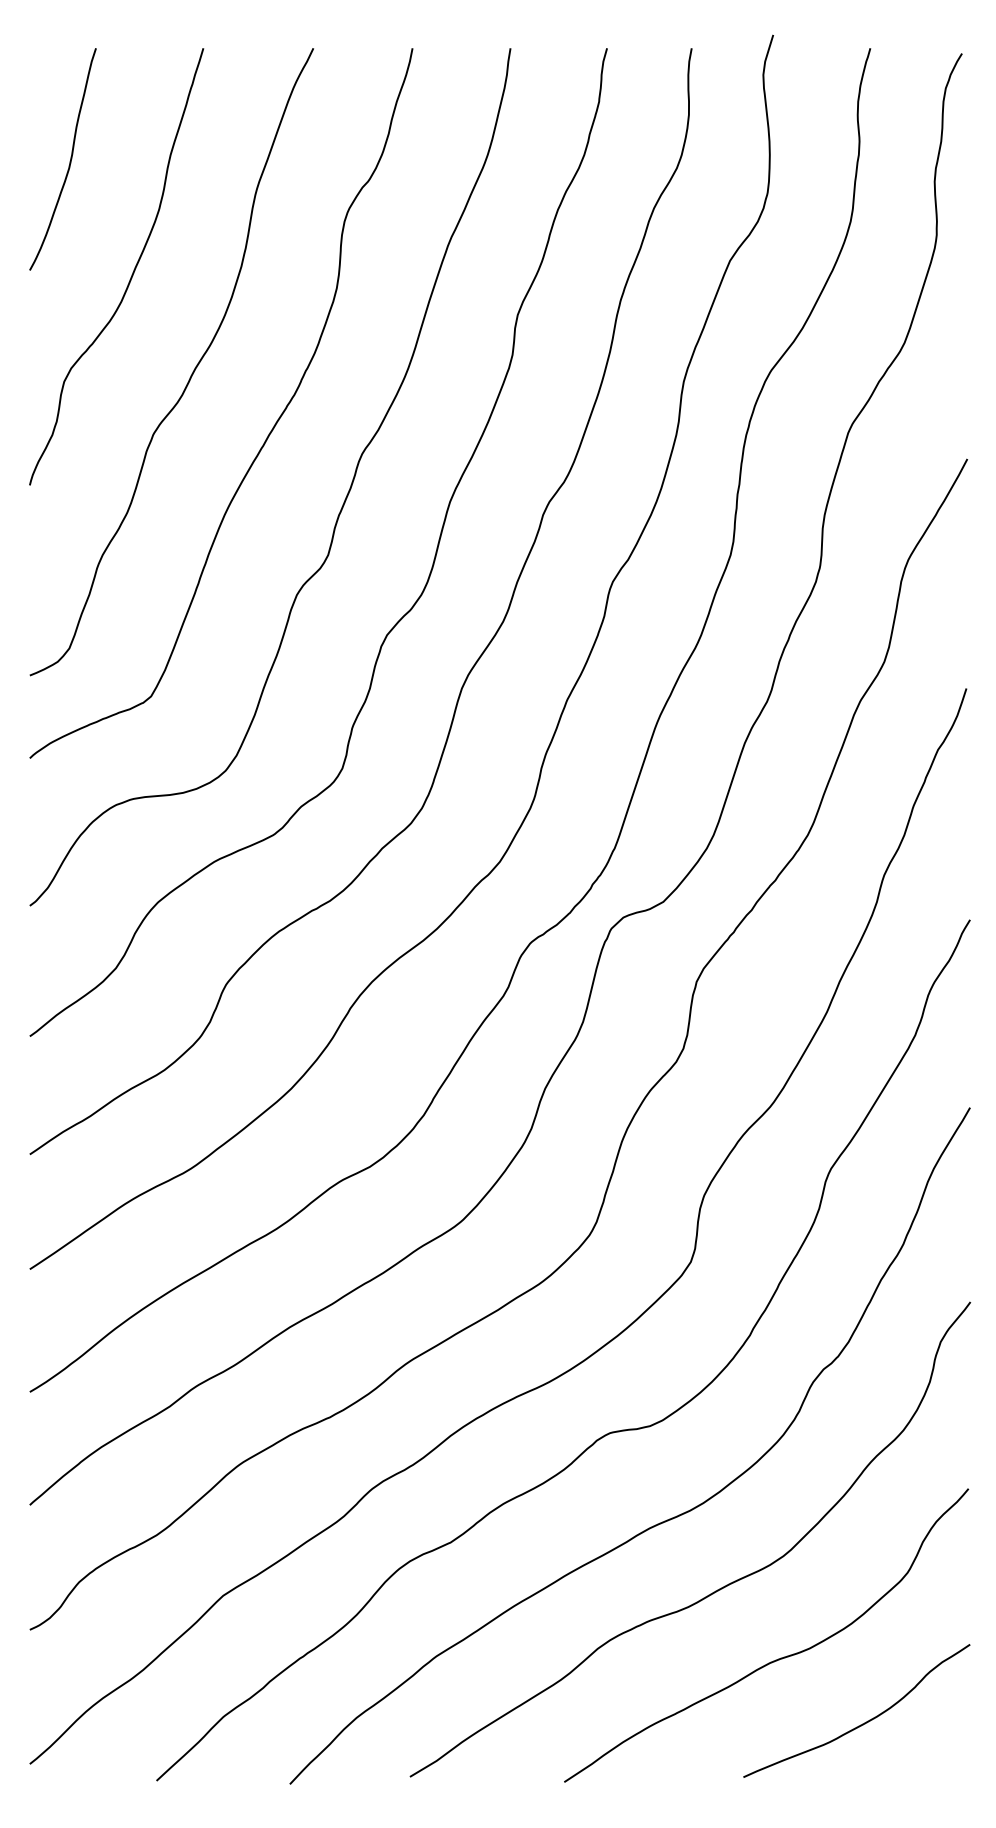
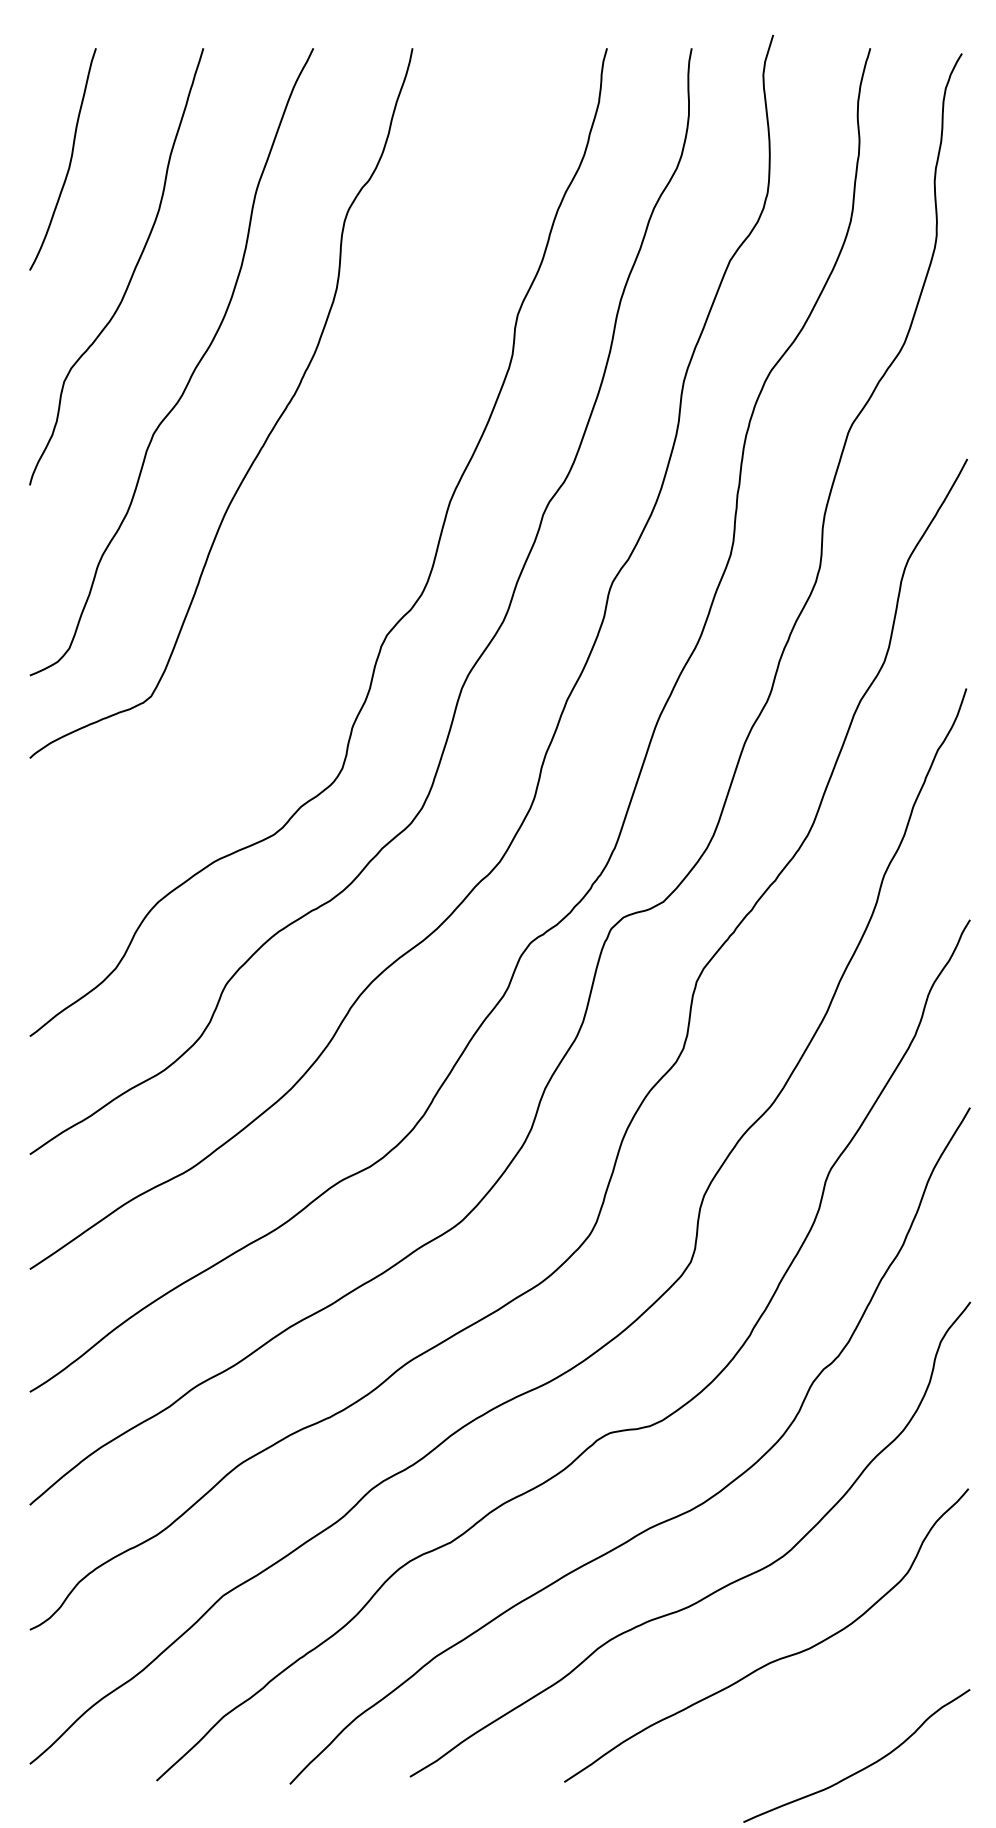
curve at (341, 506): present -> none
curve at (862, 1723) position: (862, 1723) -> (862, 1768)
